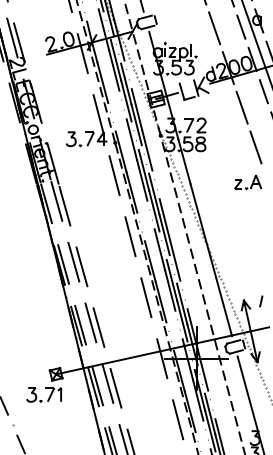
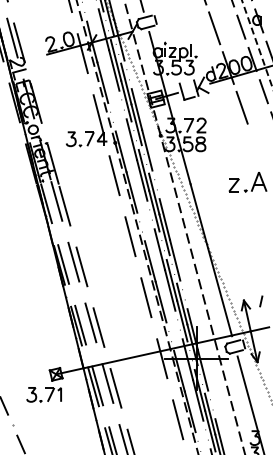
line at (257, 43): solid -> dashed
line at (255, 147): present -> none
part at (248, 182) size: 29x17 px -> 40x21 px
